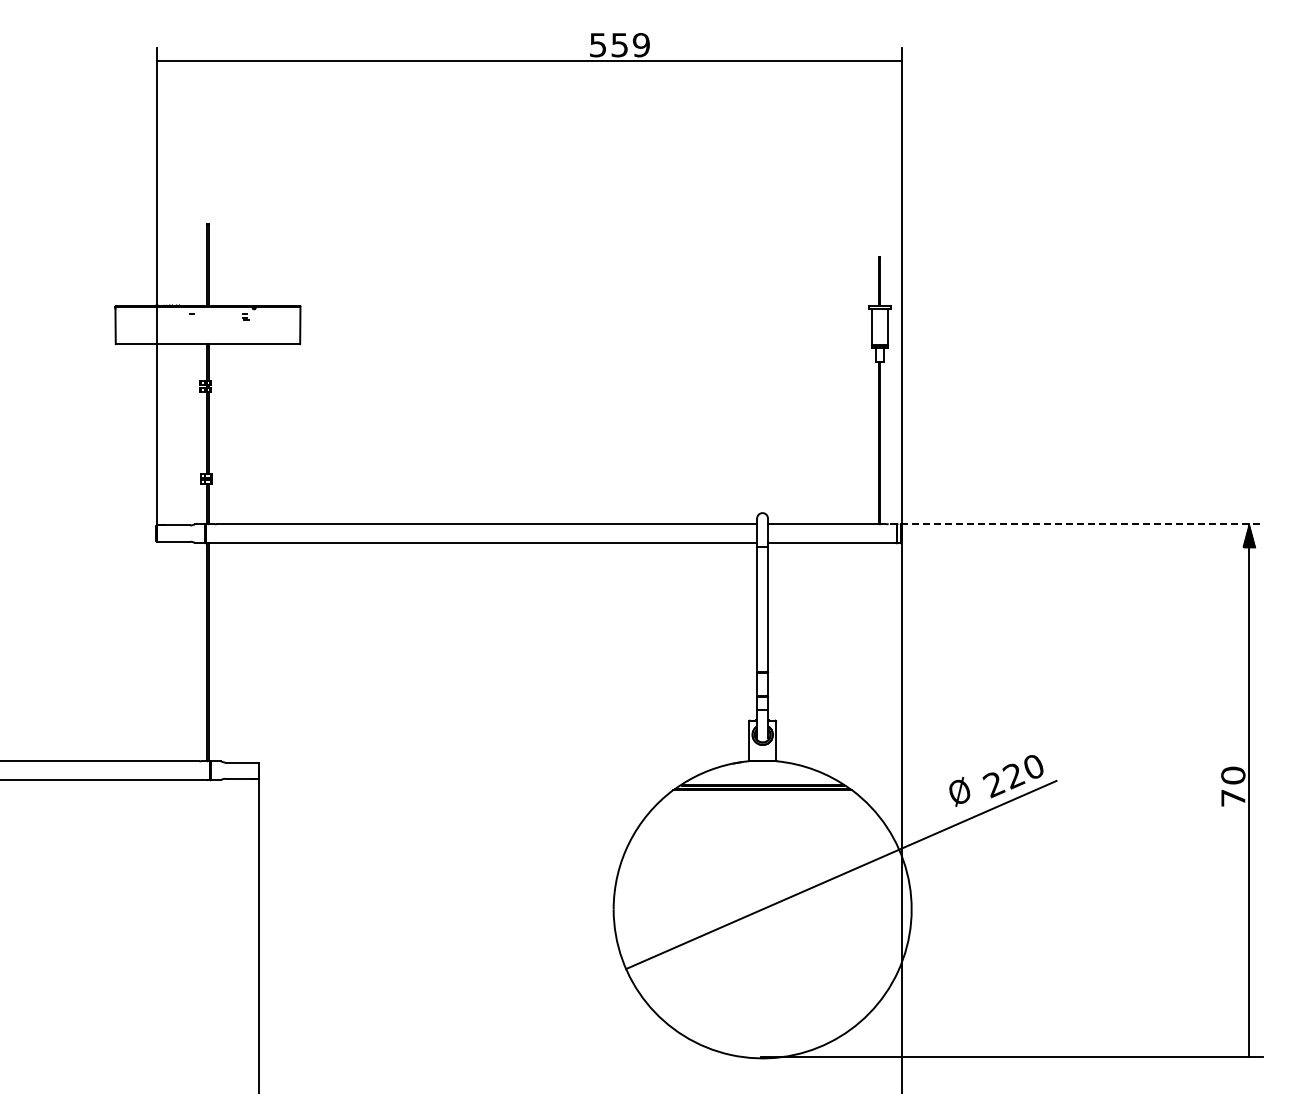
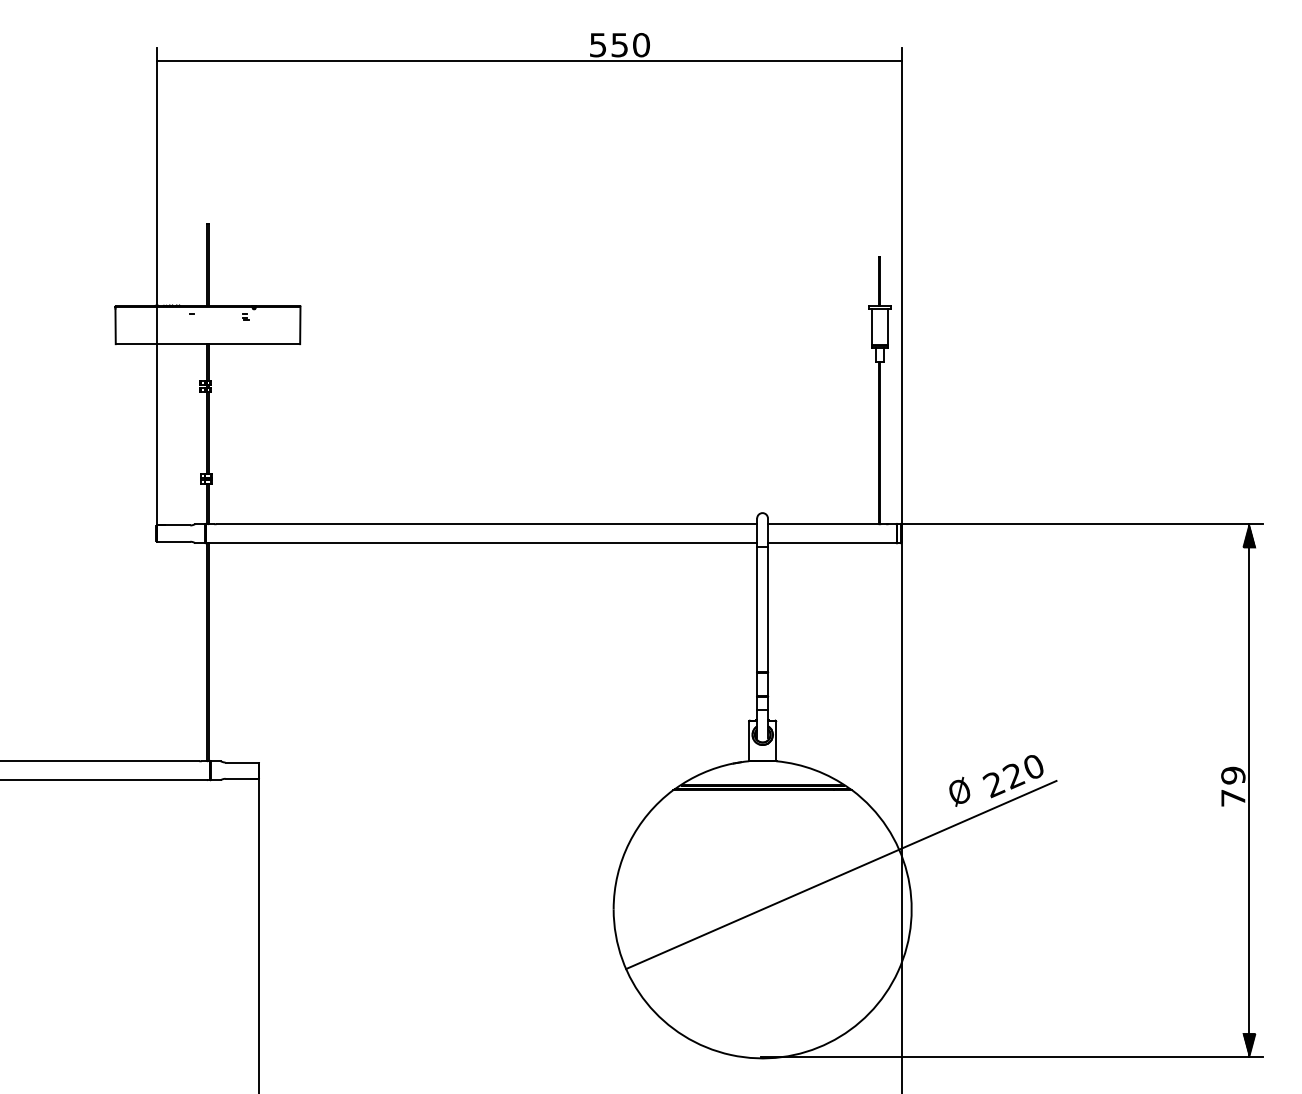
text at (640, 45): 559 -> 550
line at (1071, 524): dashed -> solid
text at (1233, 775): 70 -> 79
hatch at (1249, 1045): none -> present
